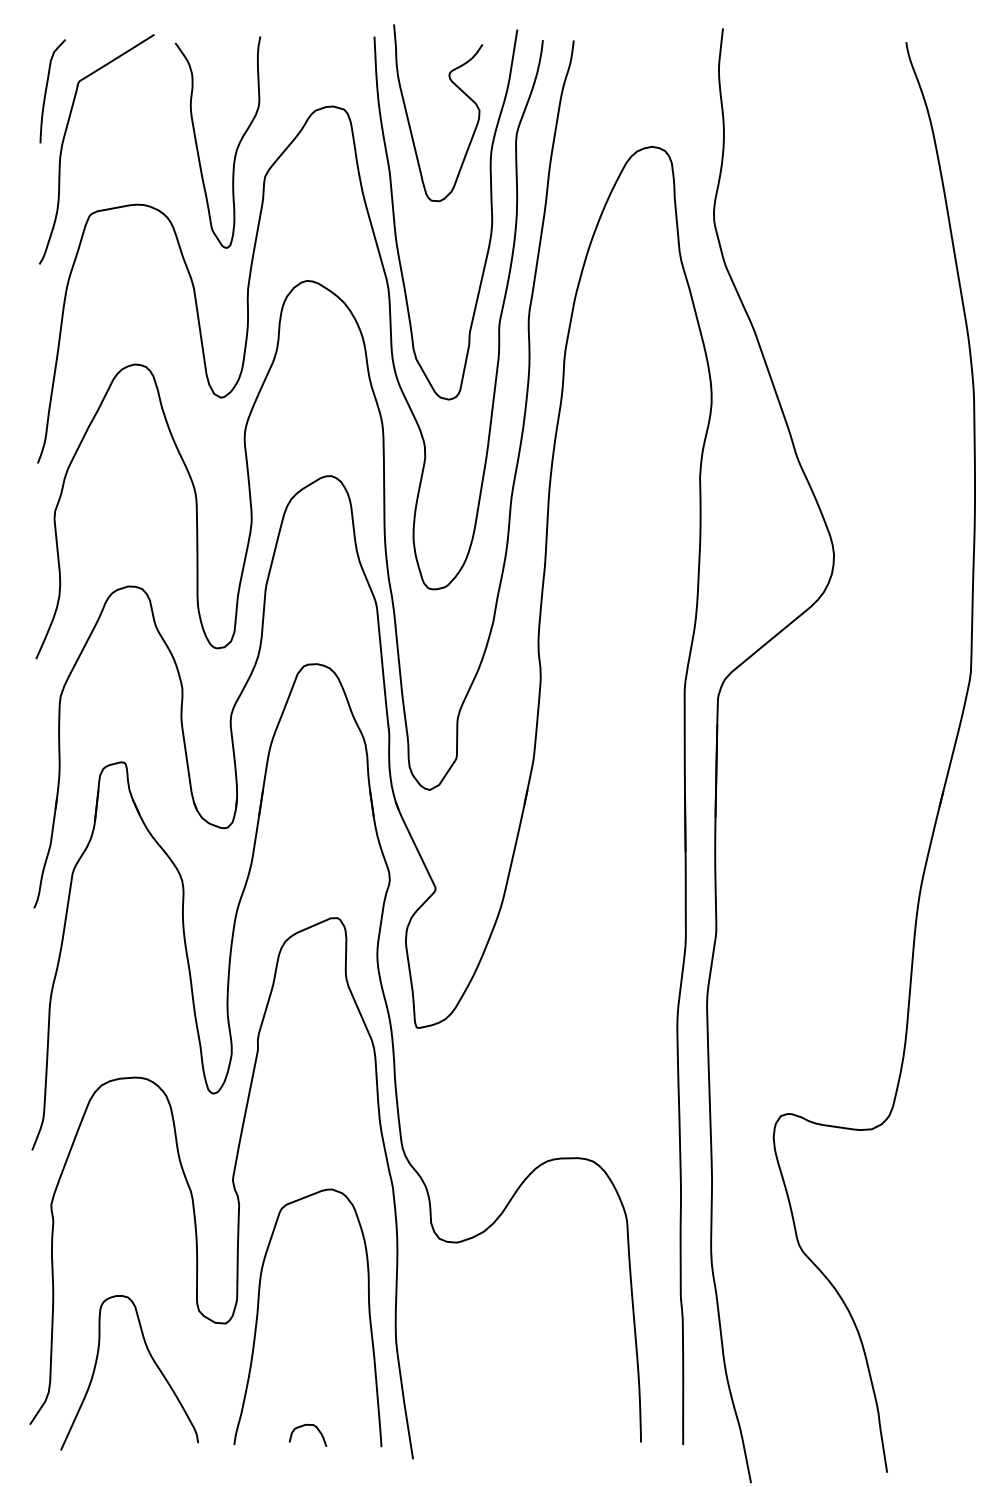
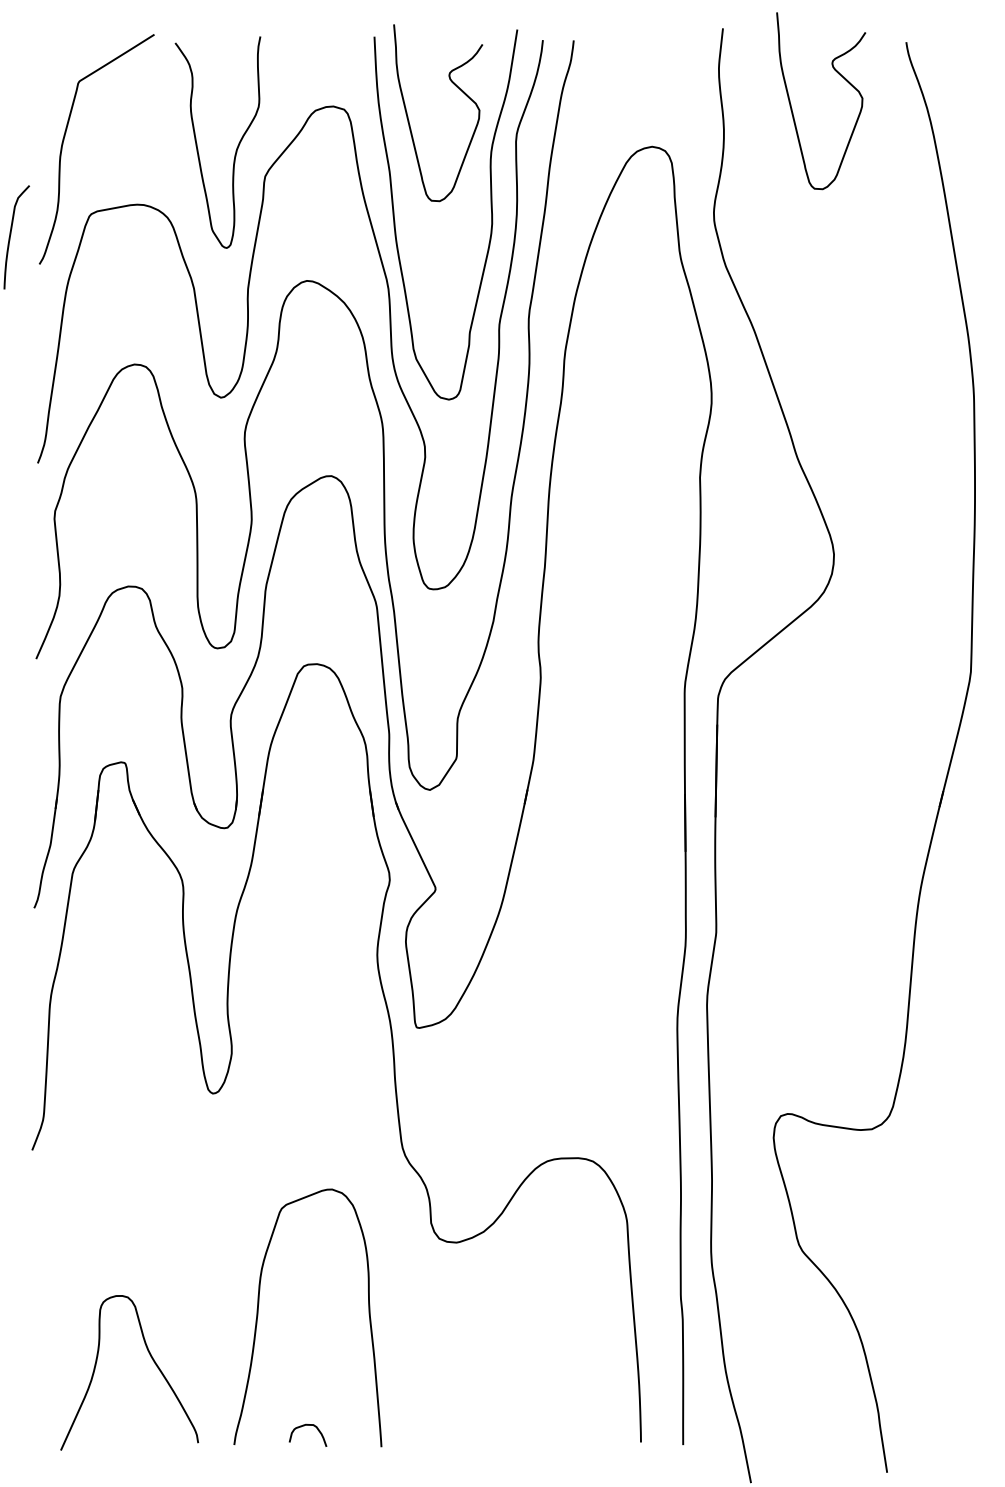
curve at (47, 88) position: (47, 88) -> (11, 234)
curve at (792, 108): none -> present
curve at (232, 1184): present -> none
